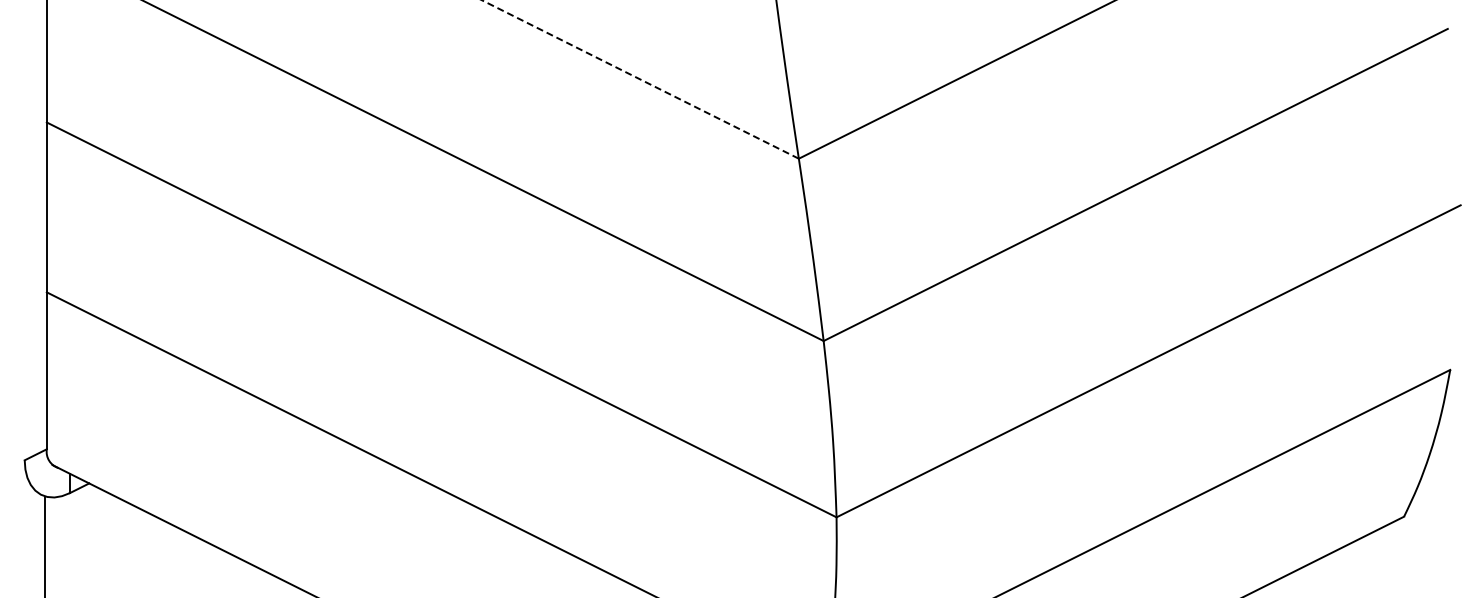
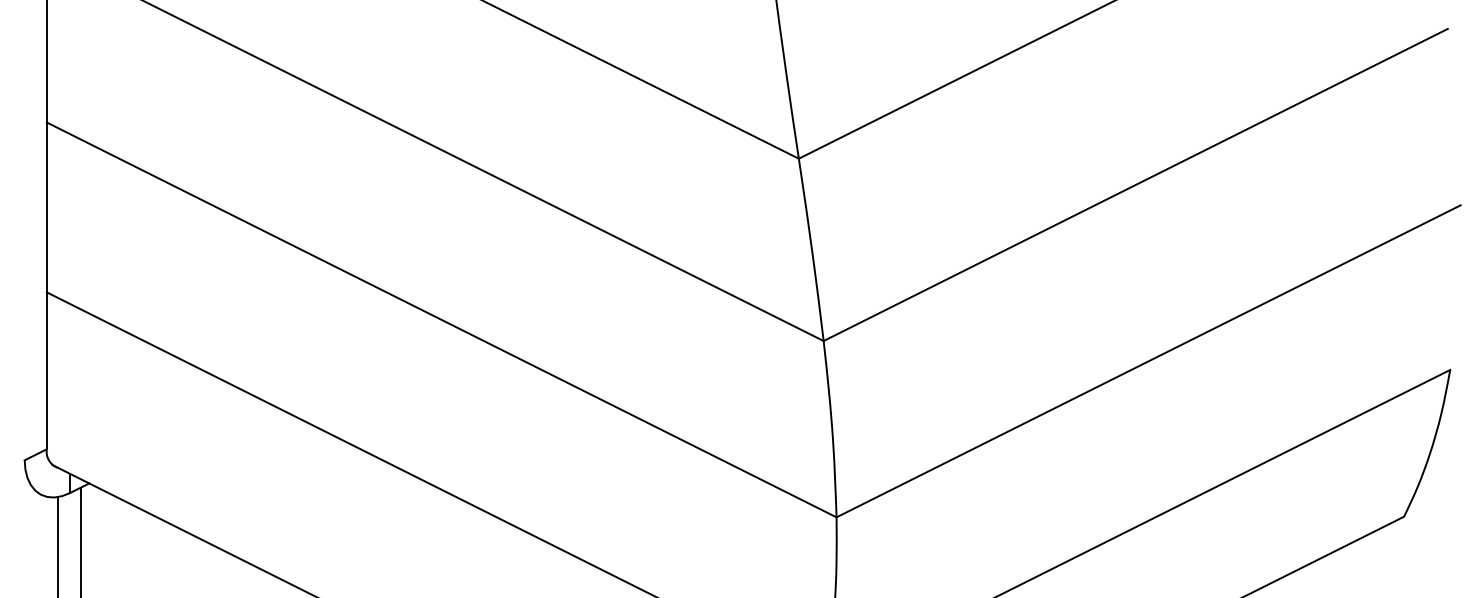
line at (639, 79): dashed -> solid
line at (80, 540): none -> present
line at (45, 545) position: (45, 545) -> (58, 545)
